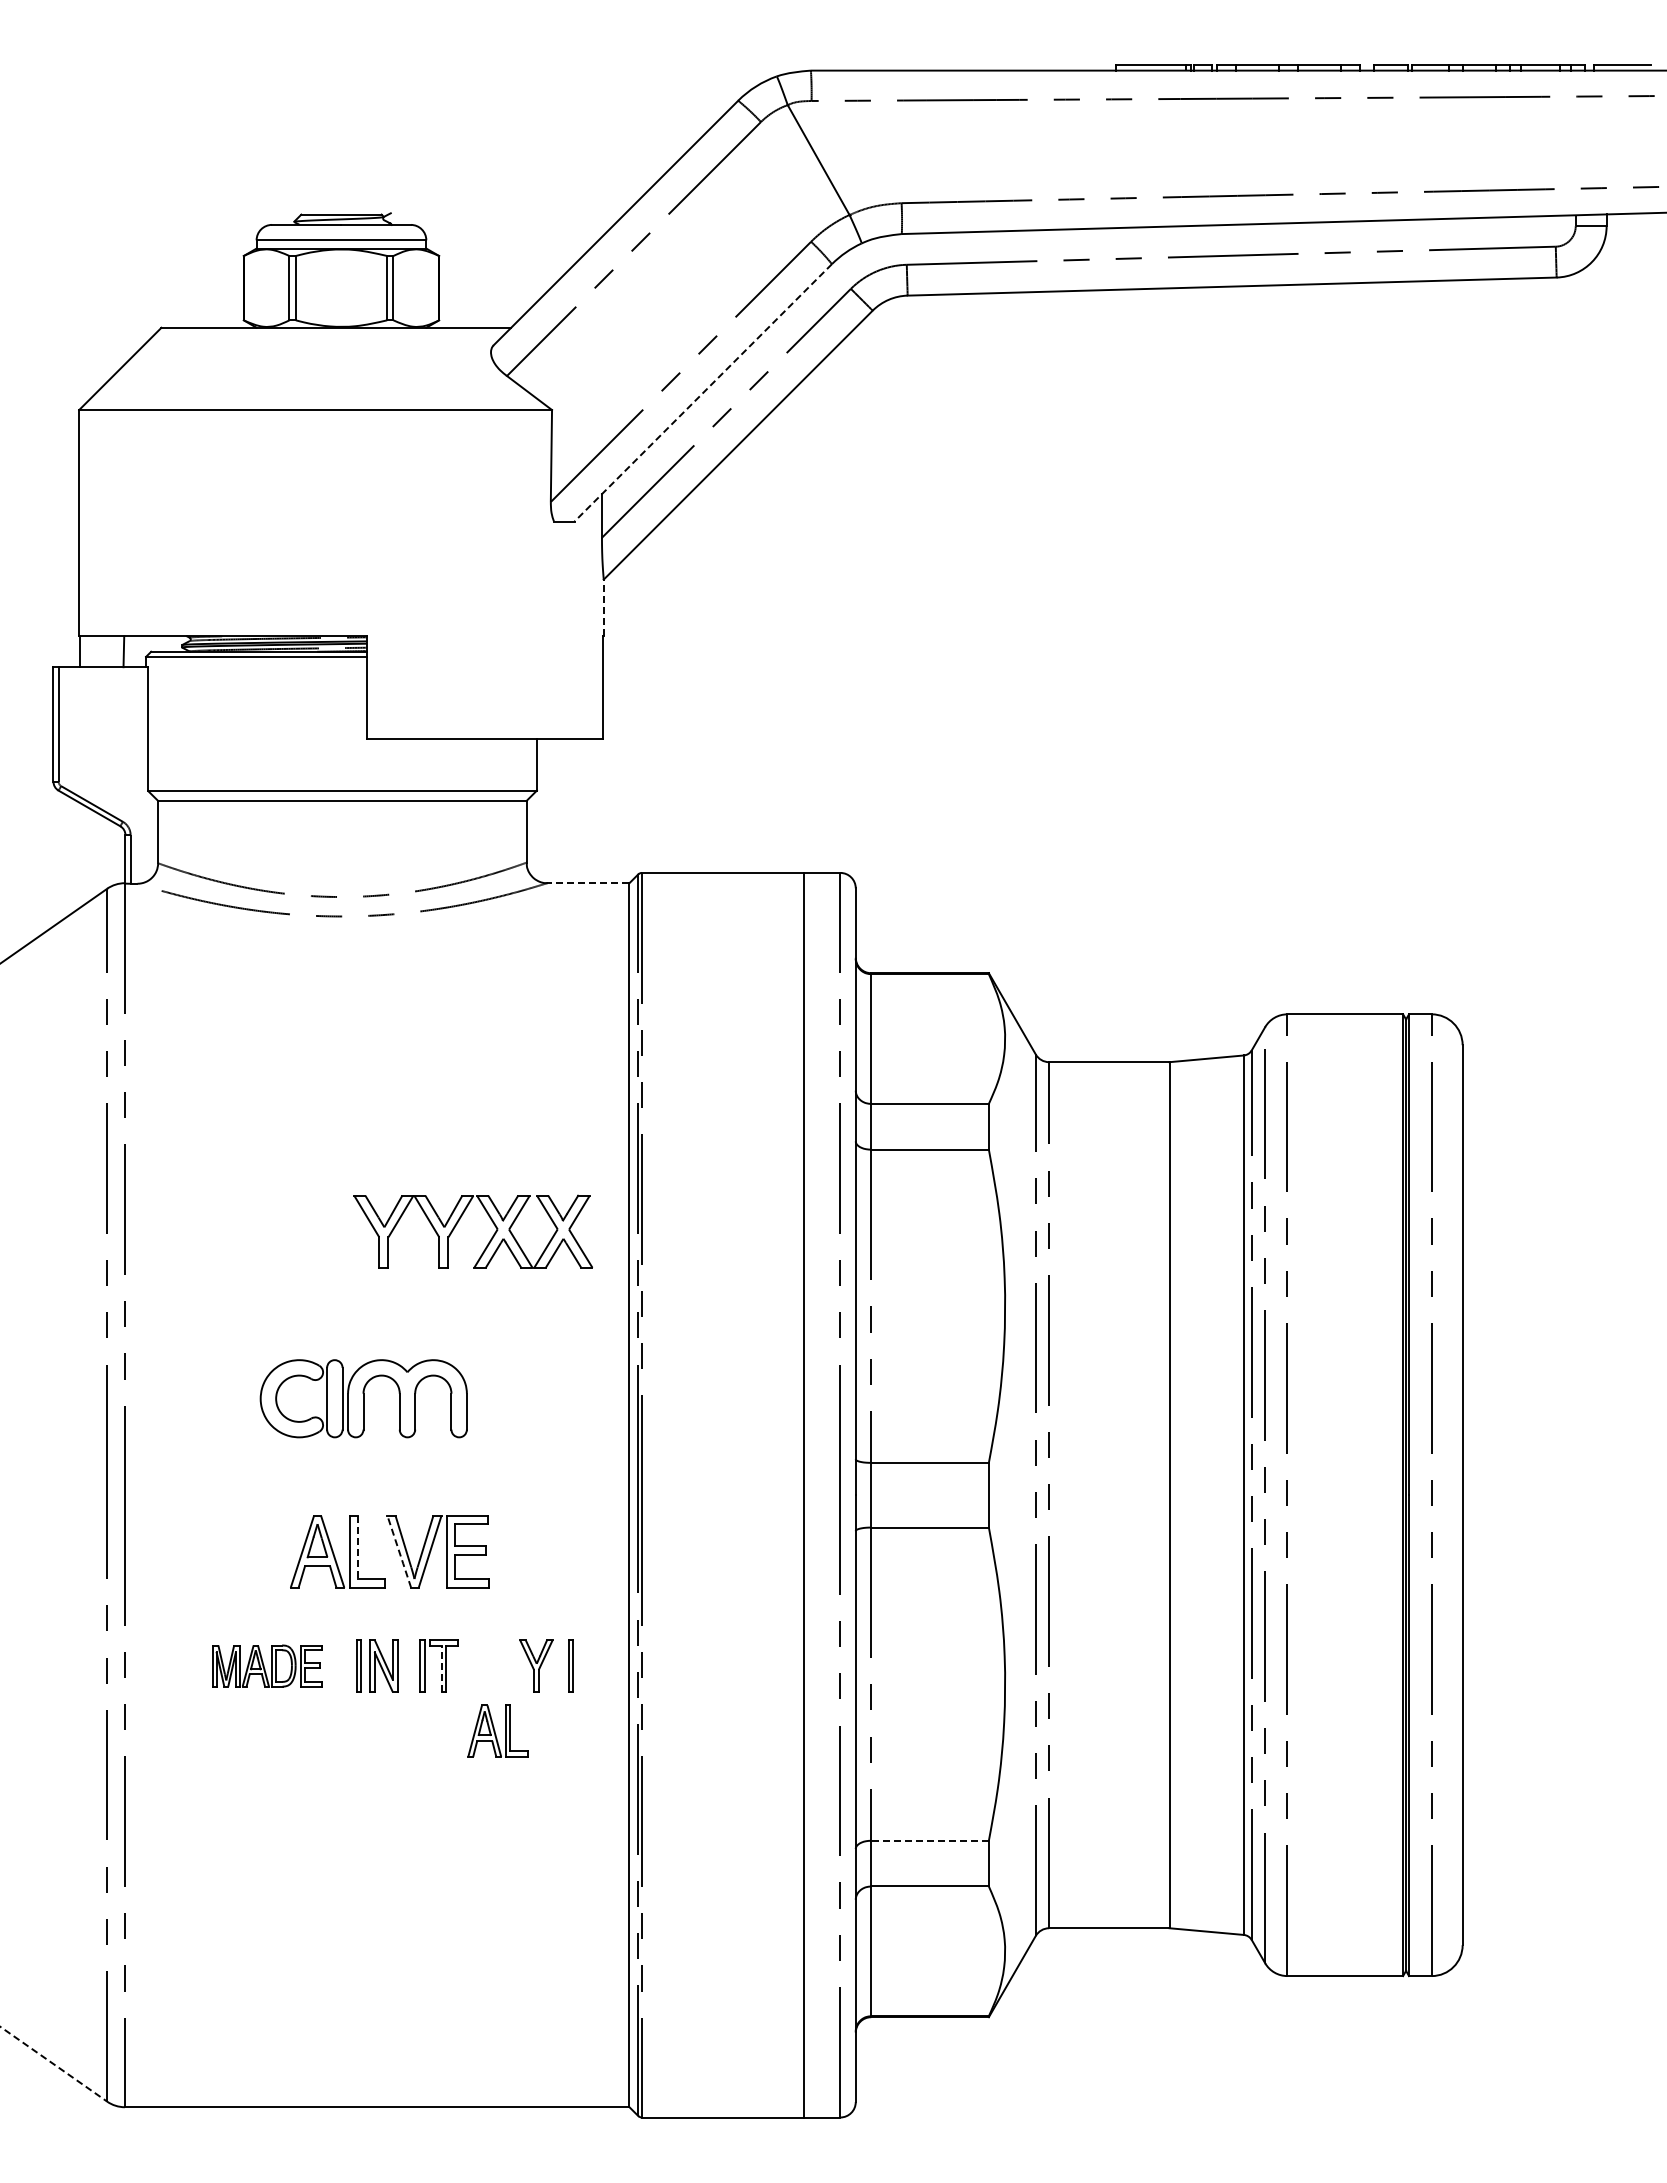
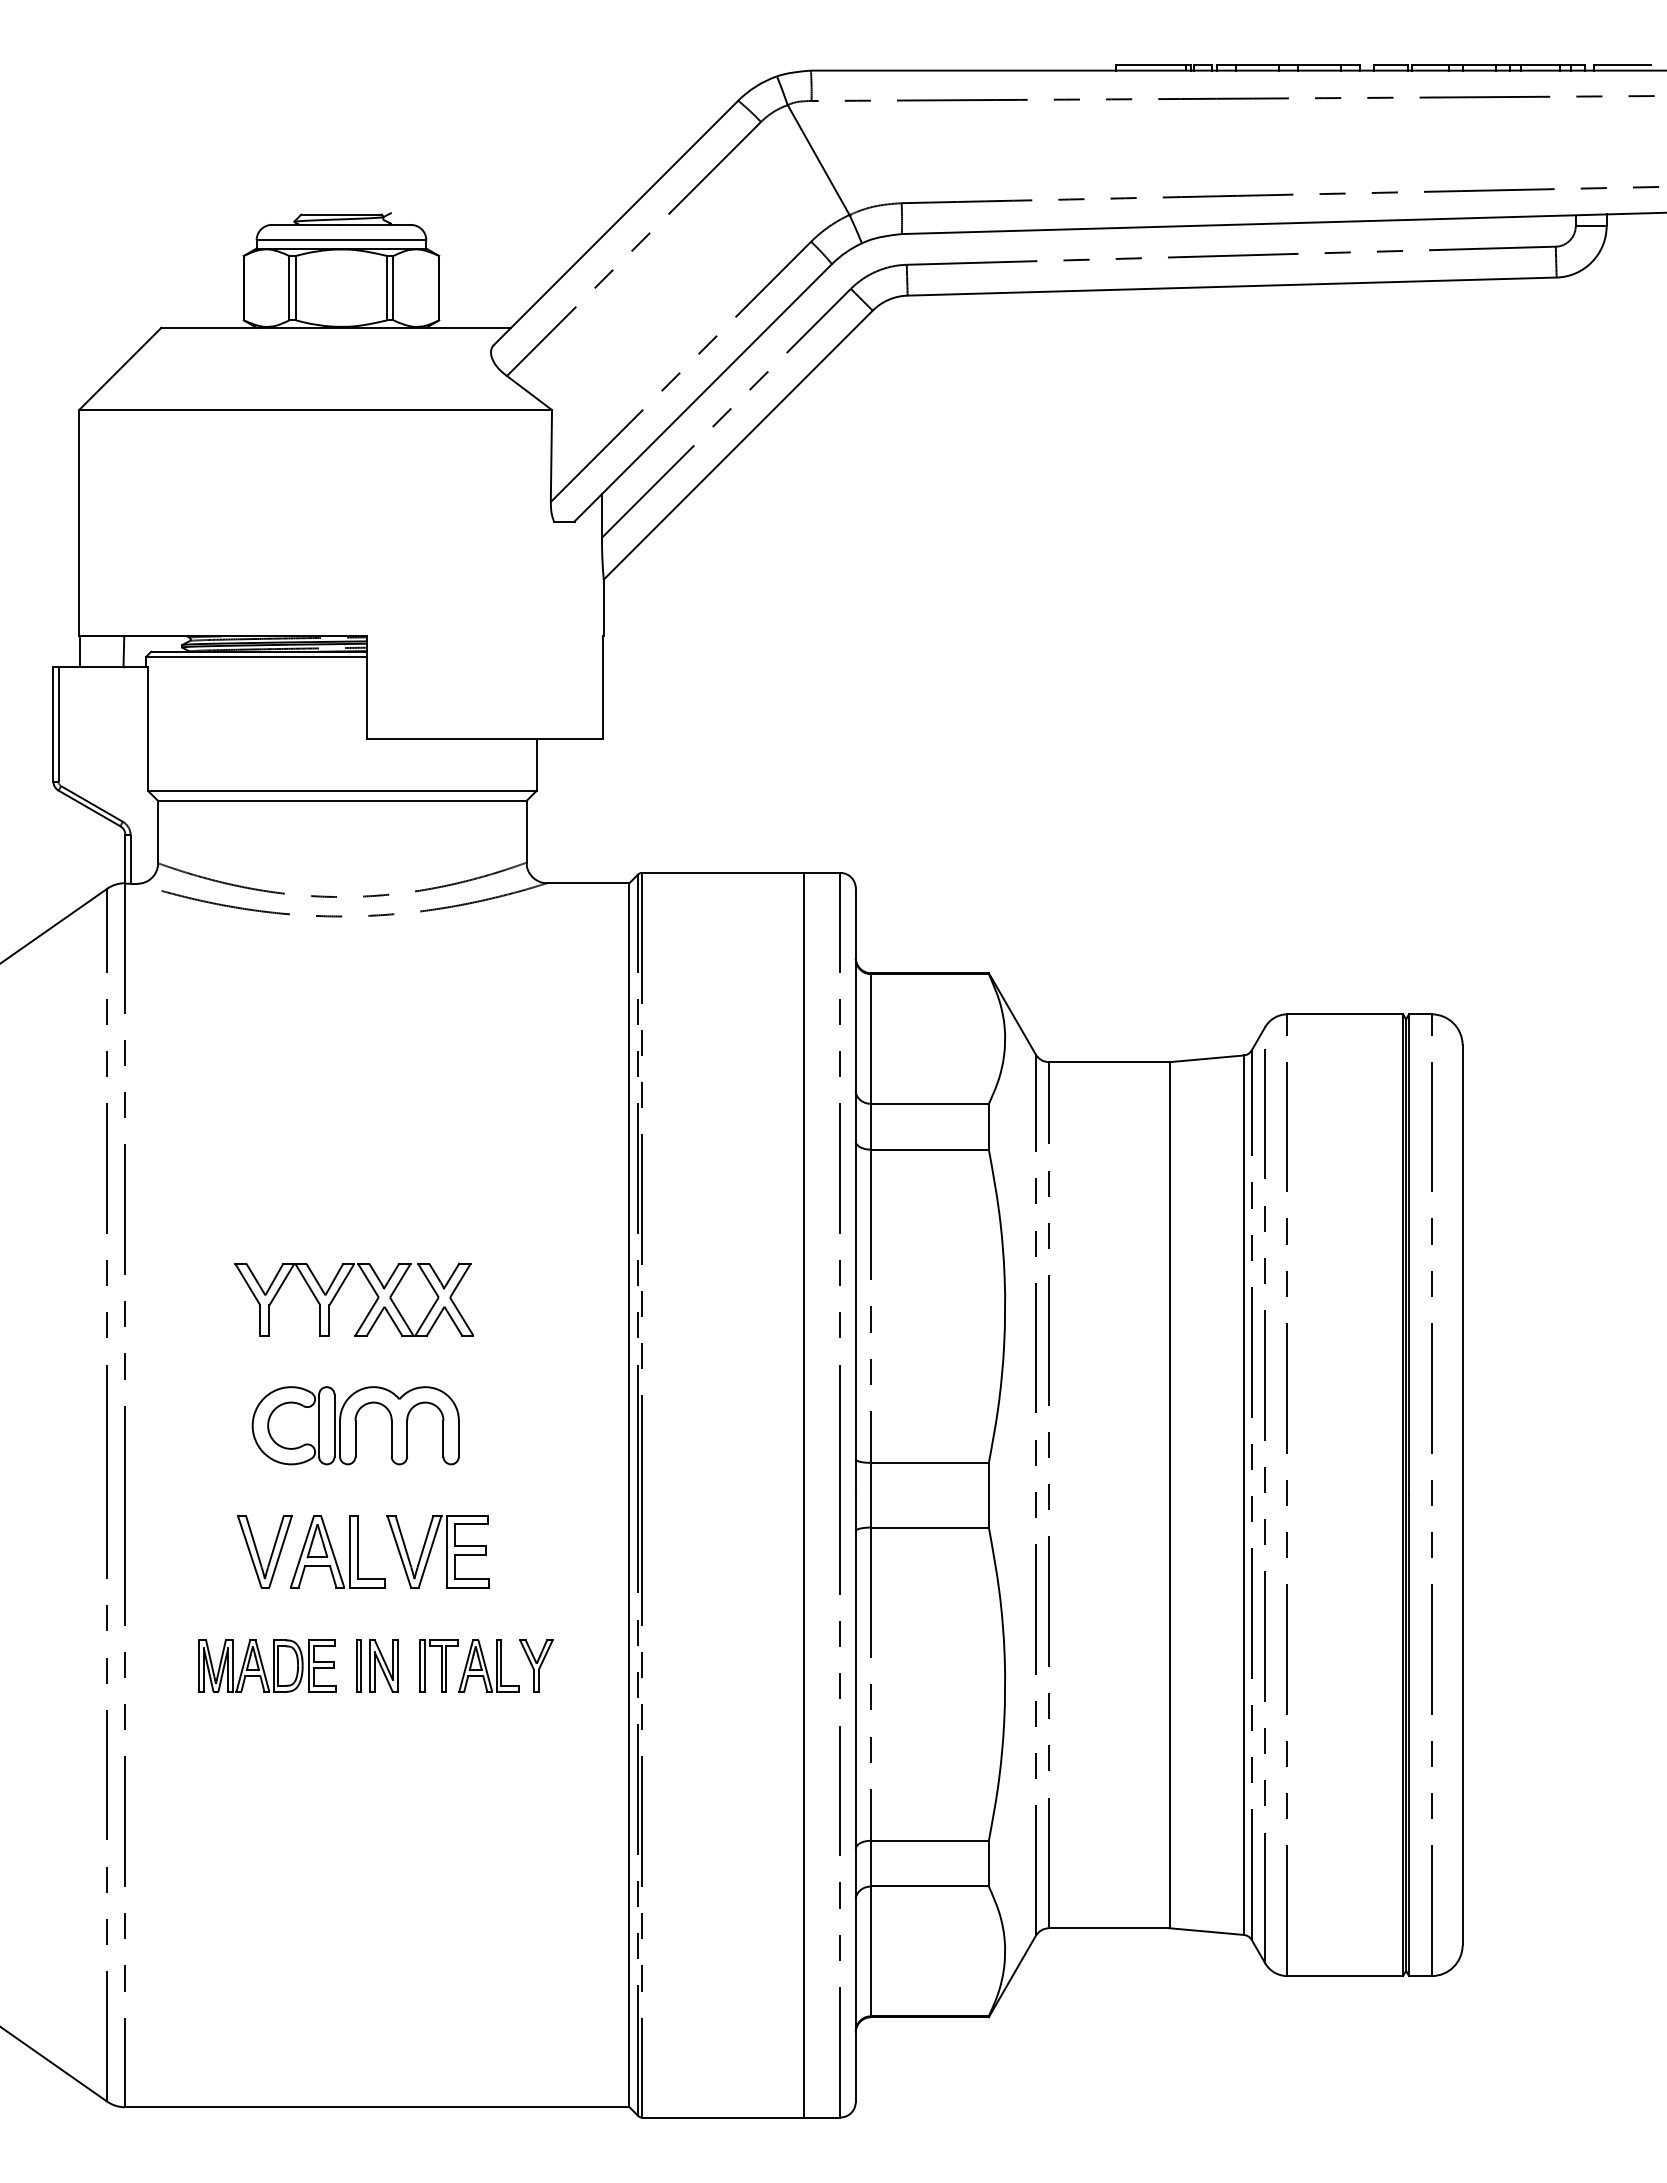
line at (703, 392): dashed -> solid
line at (603, 607): dashed -> solid
line at (587, 883): dashed -> solid
part at (457, 1224) position: (457, 1224) -> (338, 1292)
part at (363, 1398) position: (363, 1398) -> (355, 1425)
line at (357, 1547): dashed -> solid
line at (399, 1551): dashed -> solid
part at (258, 1552): none -> present
part at (267, 1665) size: 111x44 px -> 139x54 px
part at (570, 1665): present -> none
line at (441, 1669): dashed -> solid
part at (497, 1730) position: (497, 1730) -> (488, 1665)
line at (930, 1840): dashed -> solid
line at (54, 2064): dashed -> solid
